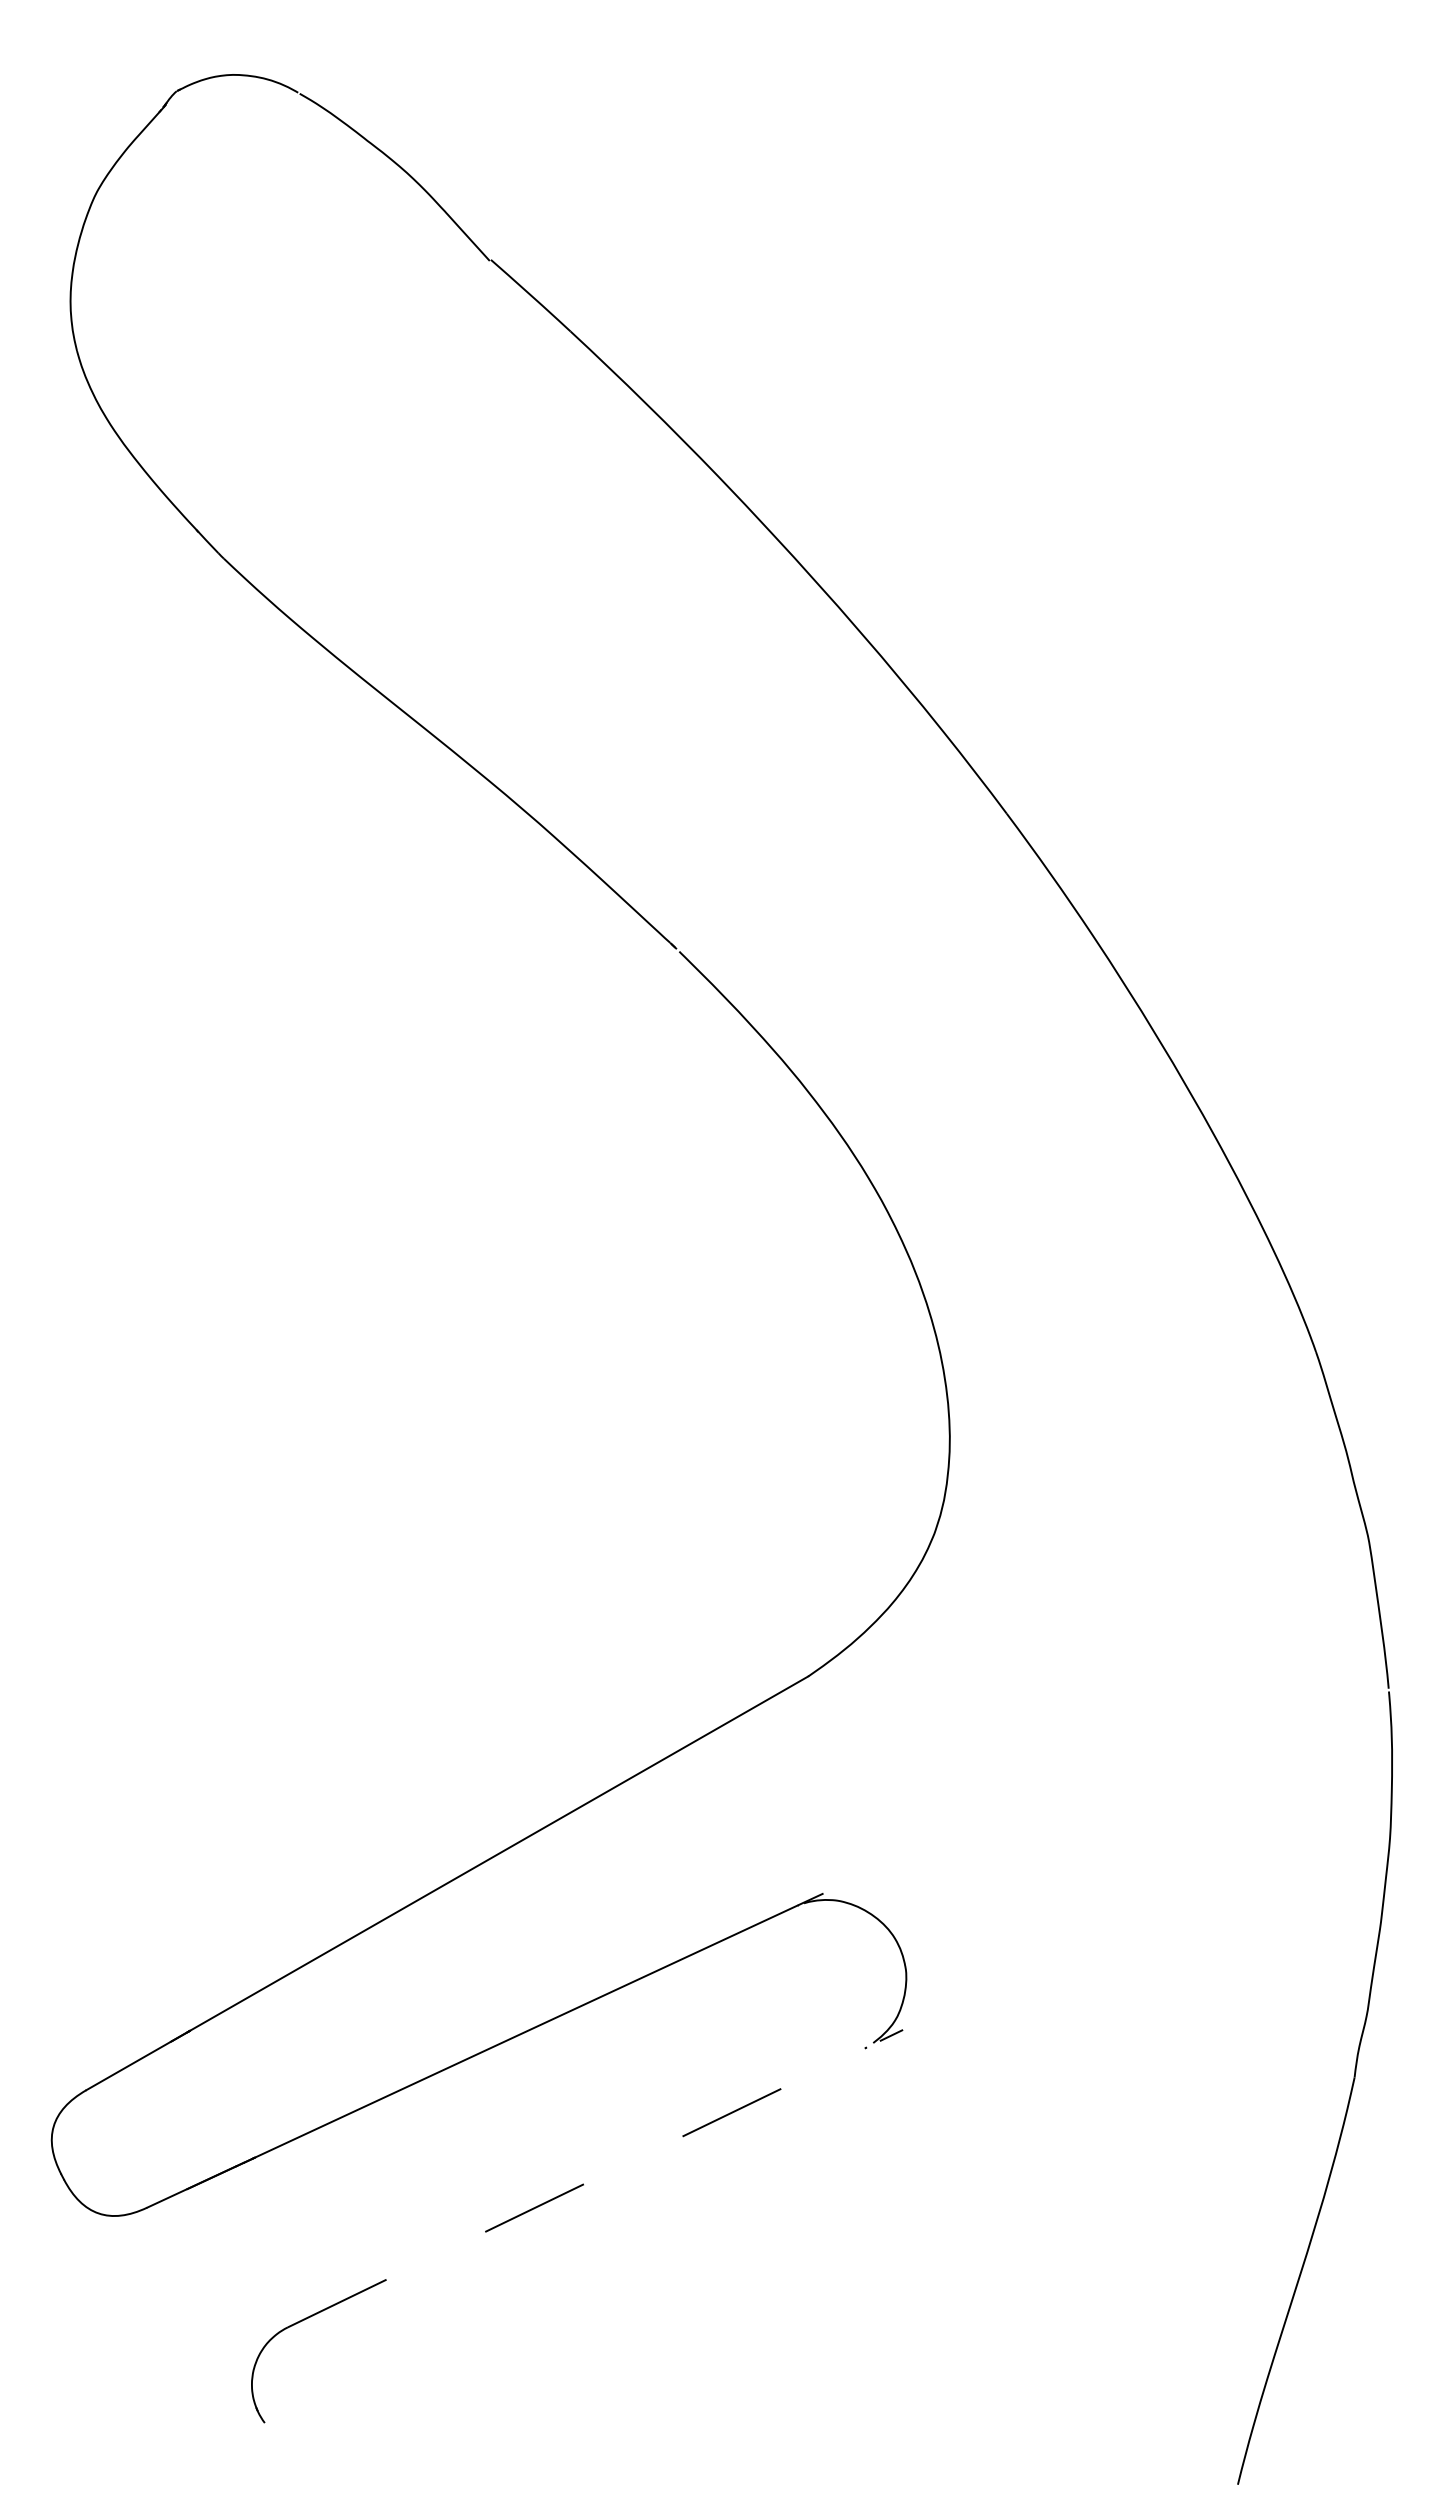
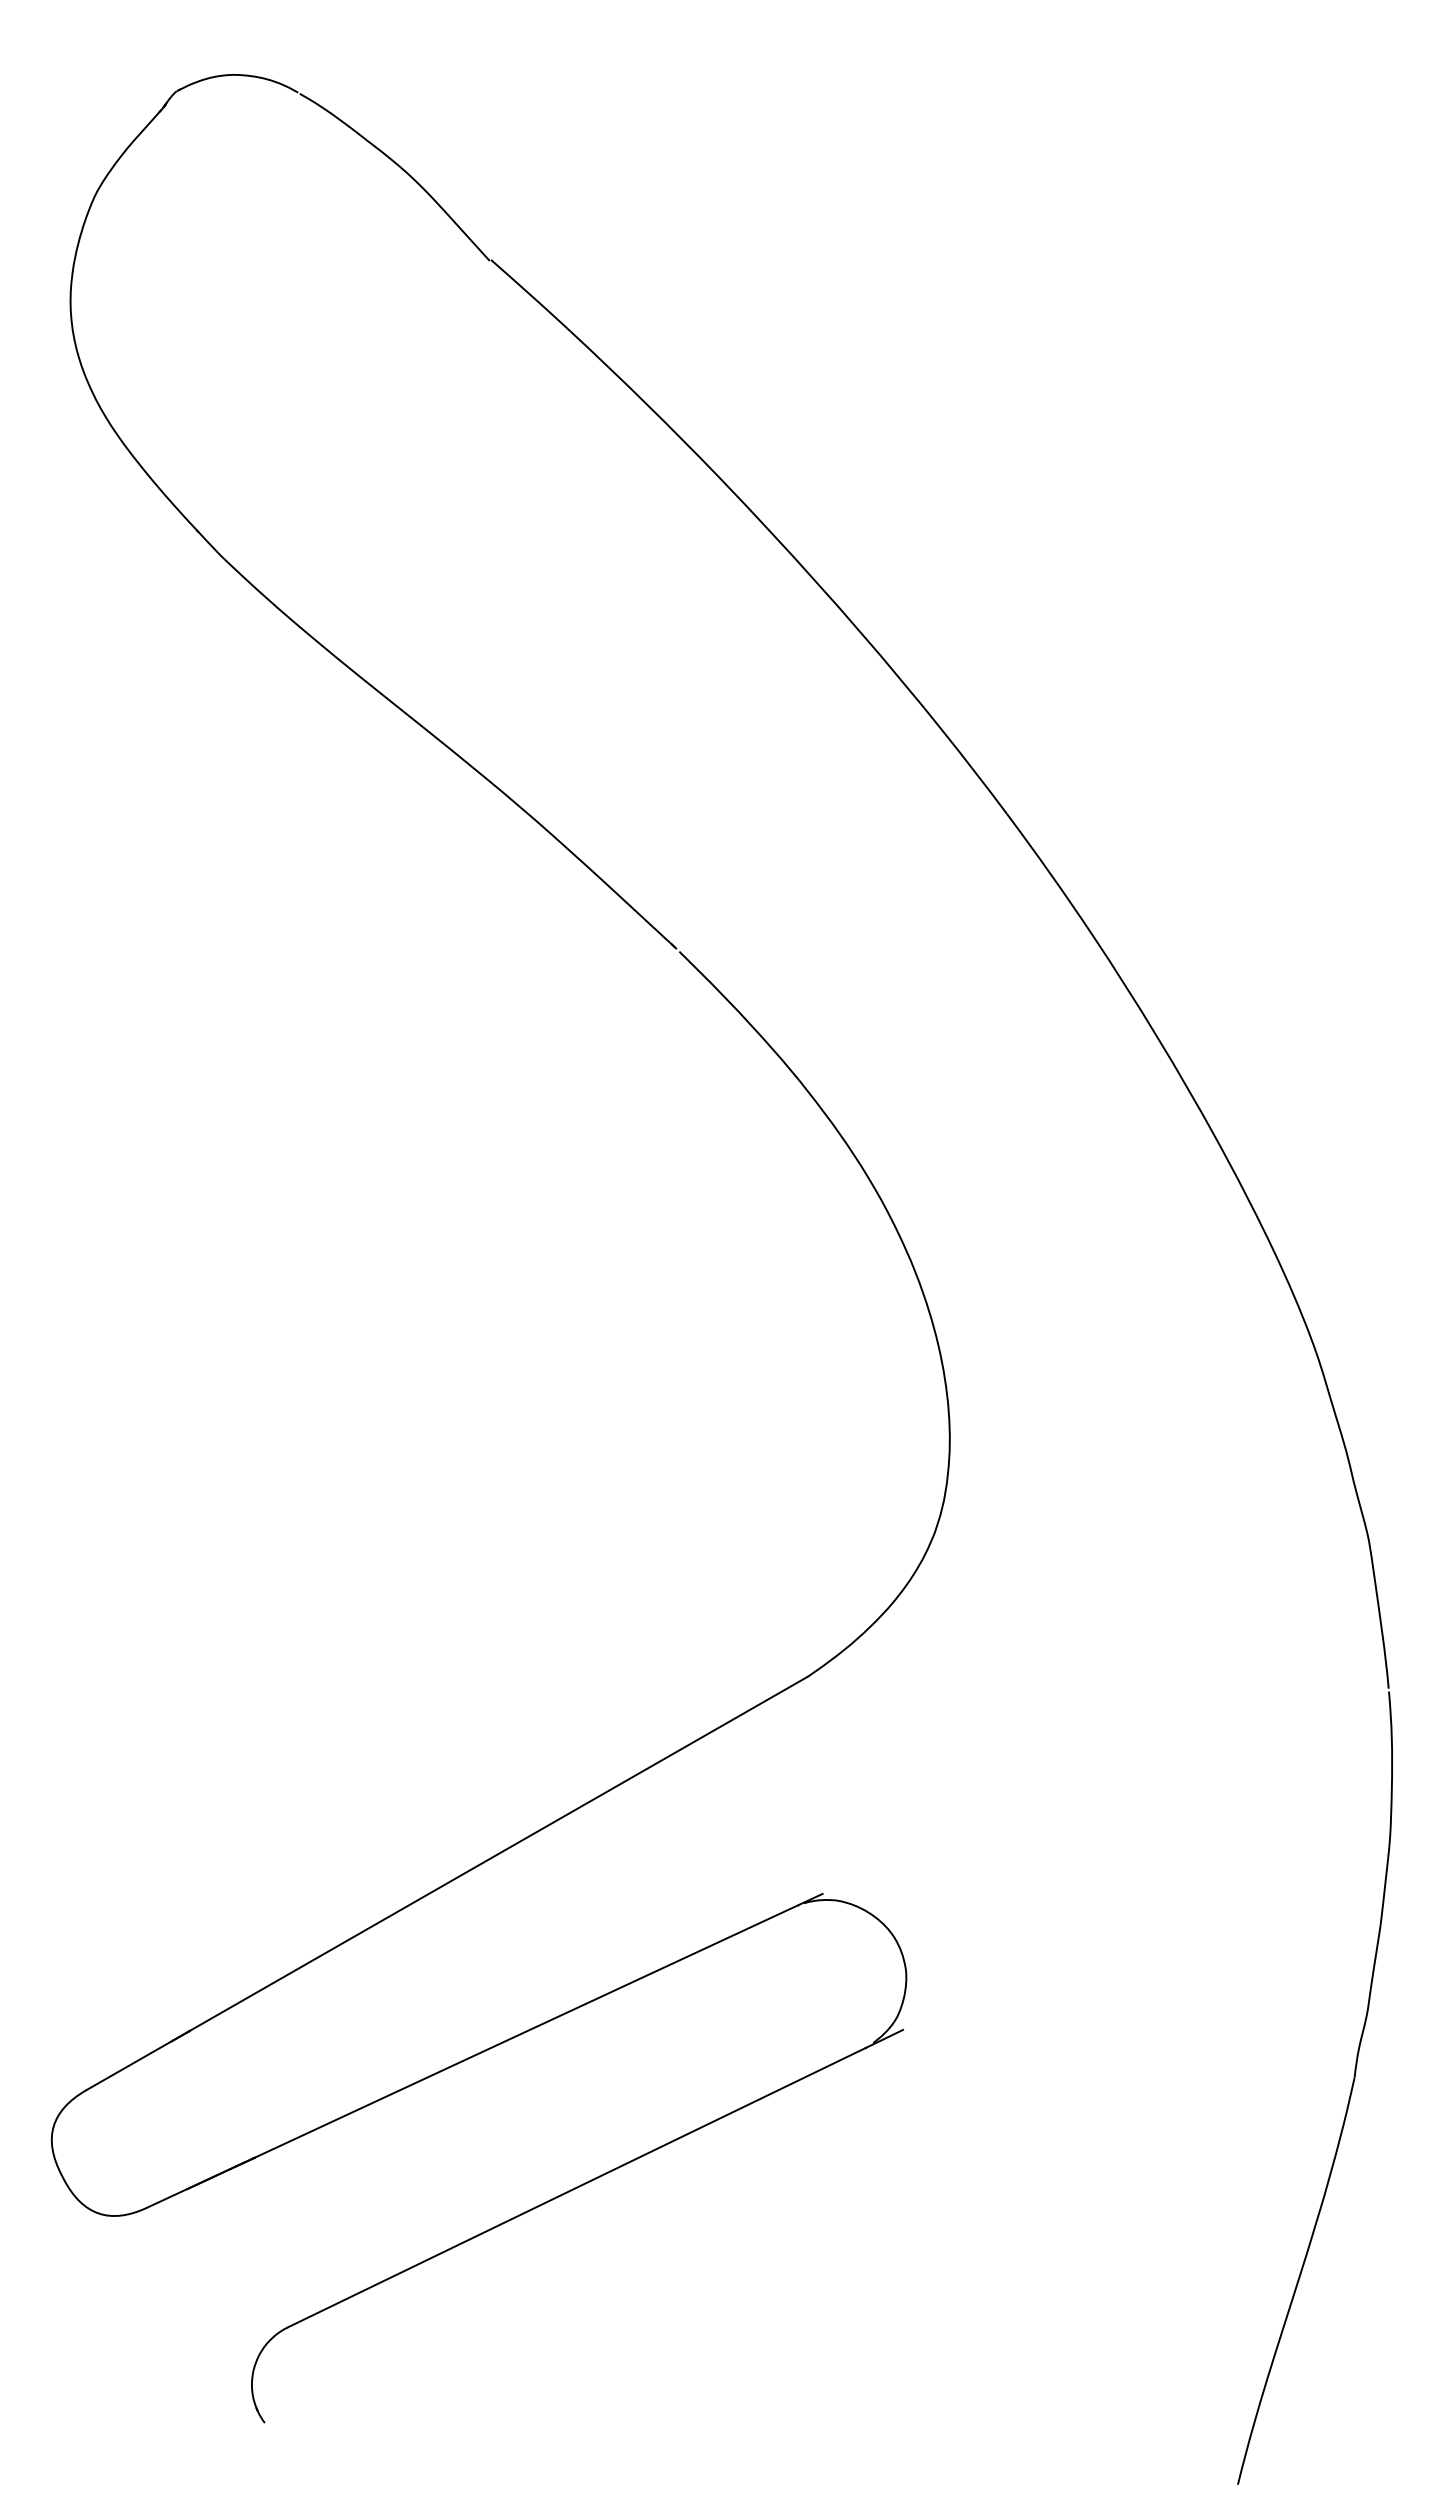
line at (595, 2178): dashed -> solid
